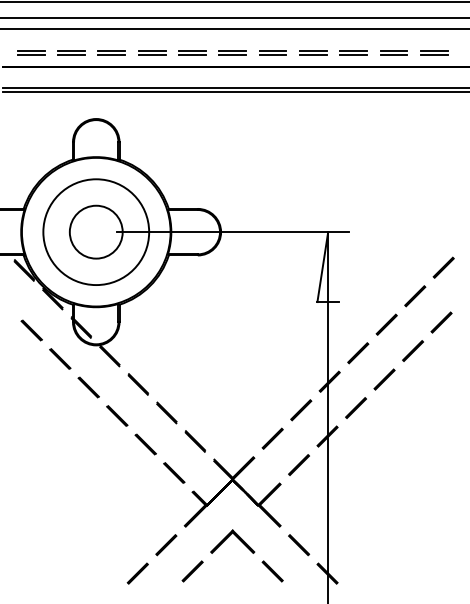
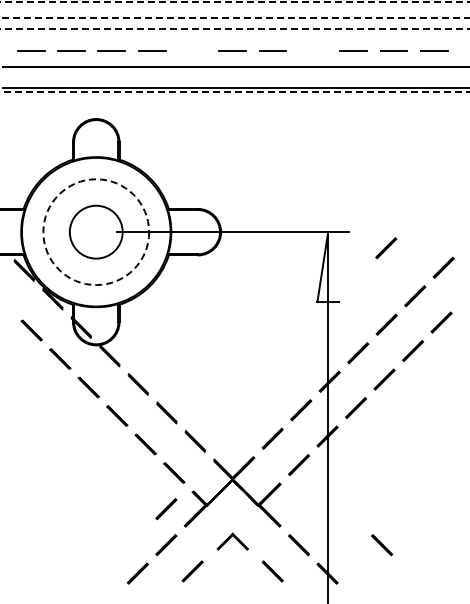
line at (234, 2): solid -> dashed
line at (235, 18): solid -> dashed
line at (234, 29): solid -> dashed
part at (192, 52): present -> none
part at (313, 52): present -> none
line at (30, 54): present -> none
line at (71, 54): present -> none
line at (111, 54): present -> none
line at (151, 54): present -> none
line at (232, 54): present -> none
line at (272, 54): present -> none
line at (353, 54): present -> none
line at (393, 54): present -> none
line at (433, 54): present -> none
line at (236, 92): solid -> dashed
circle at (96, 232): solid -> dashed
line at (386, 248): none -> present
line at (166, 509): none -> present
part at (232, 541) size: 46x25 px -> 33x19 px
line at (382, 545): none -> present
